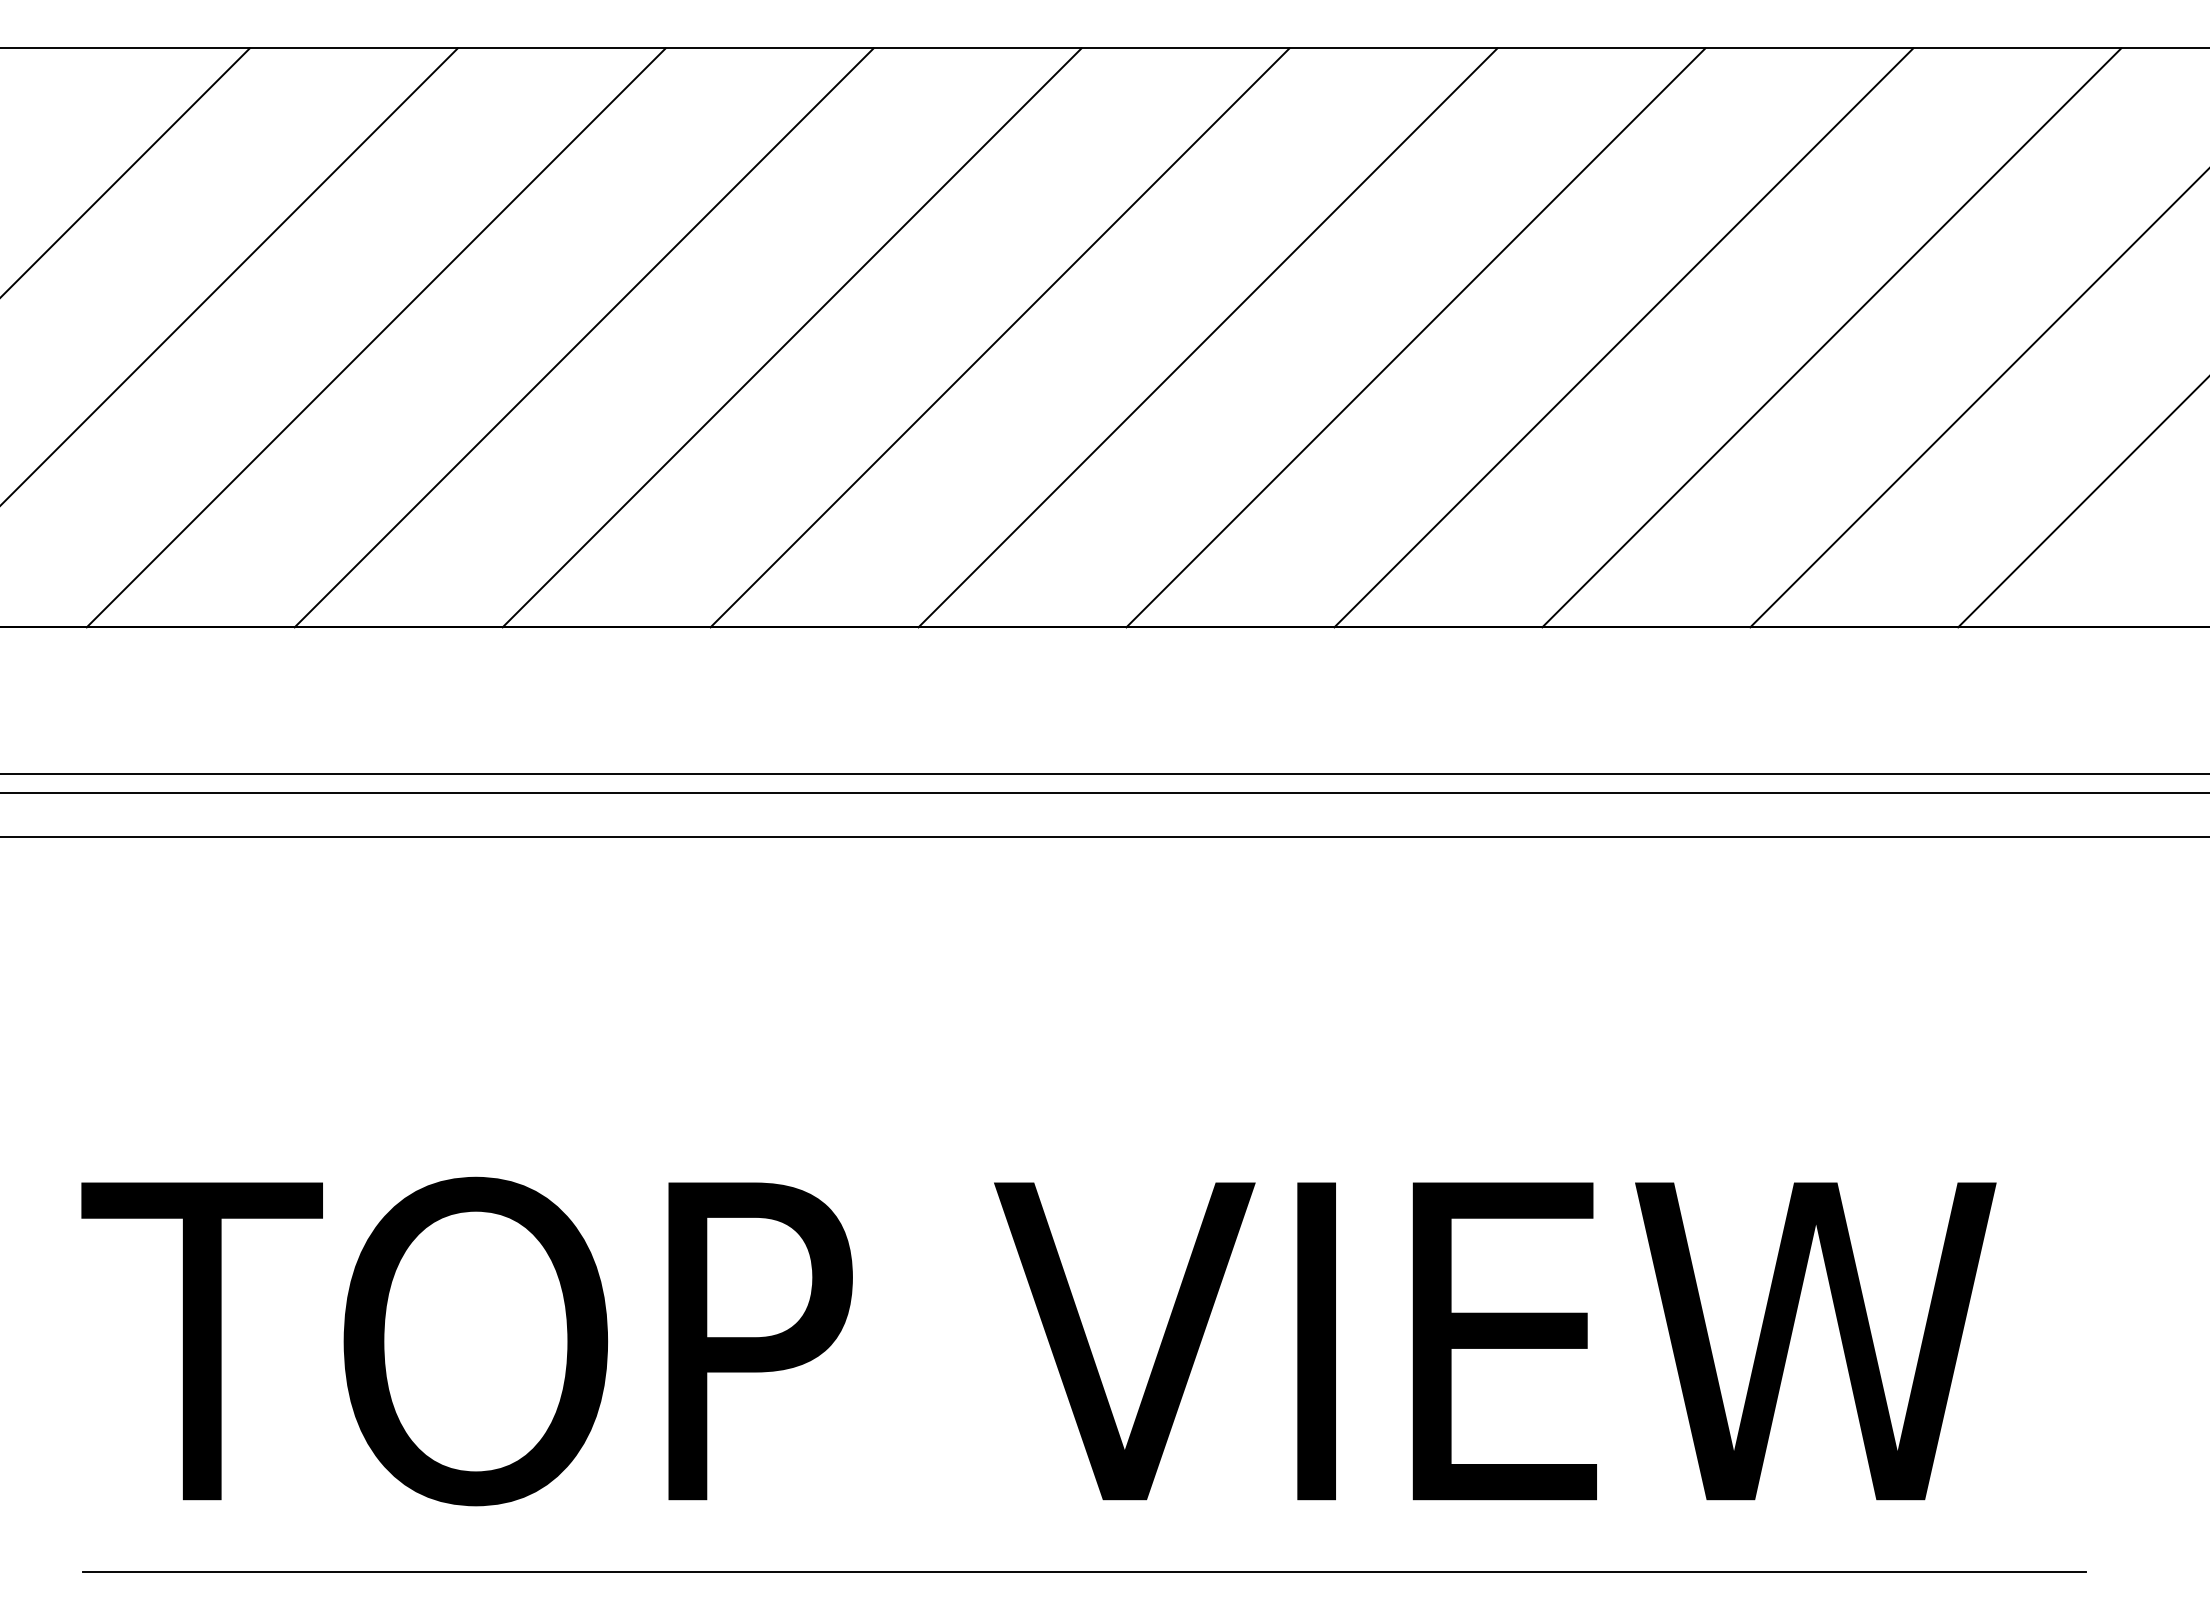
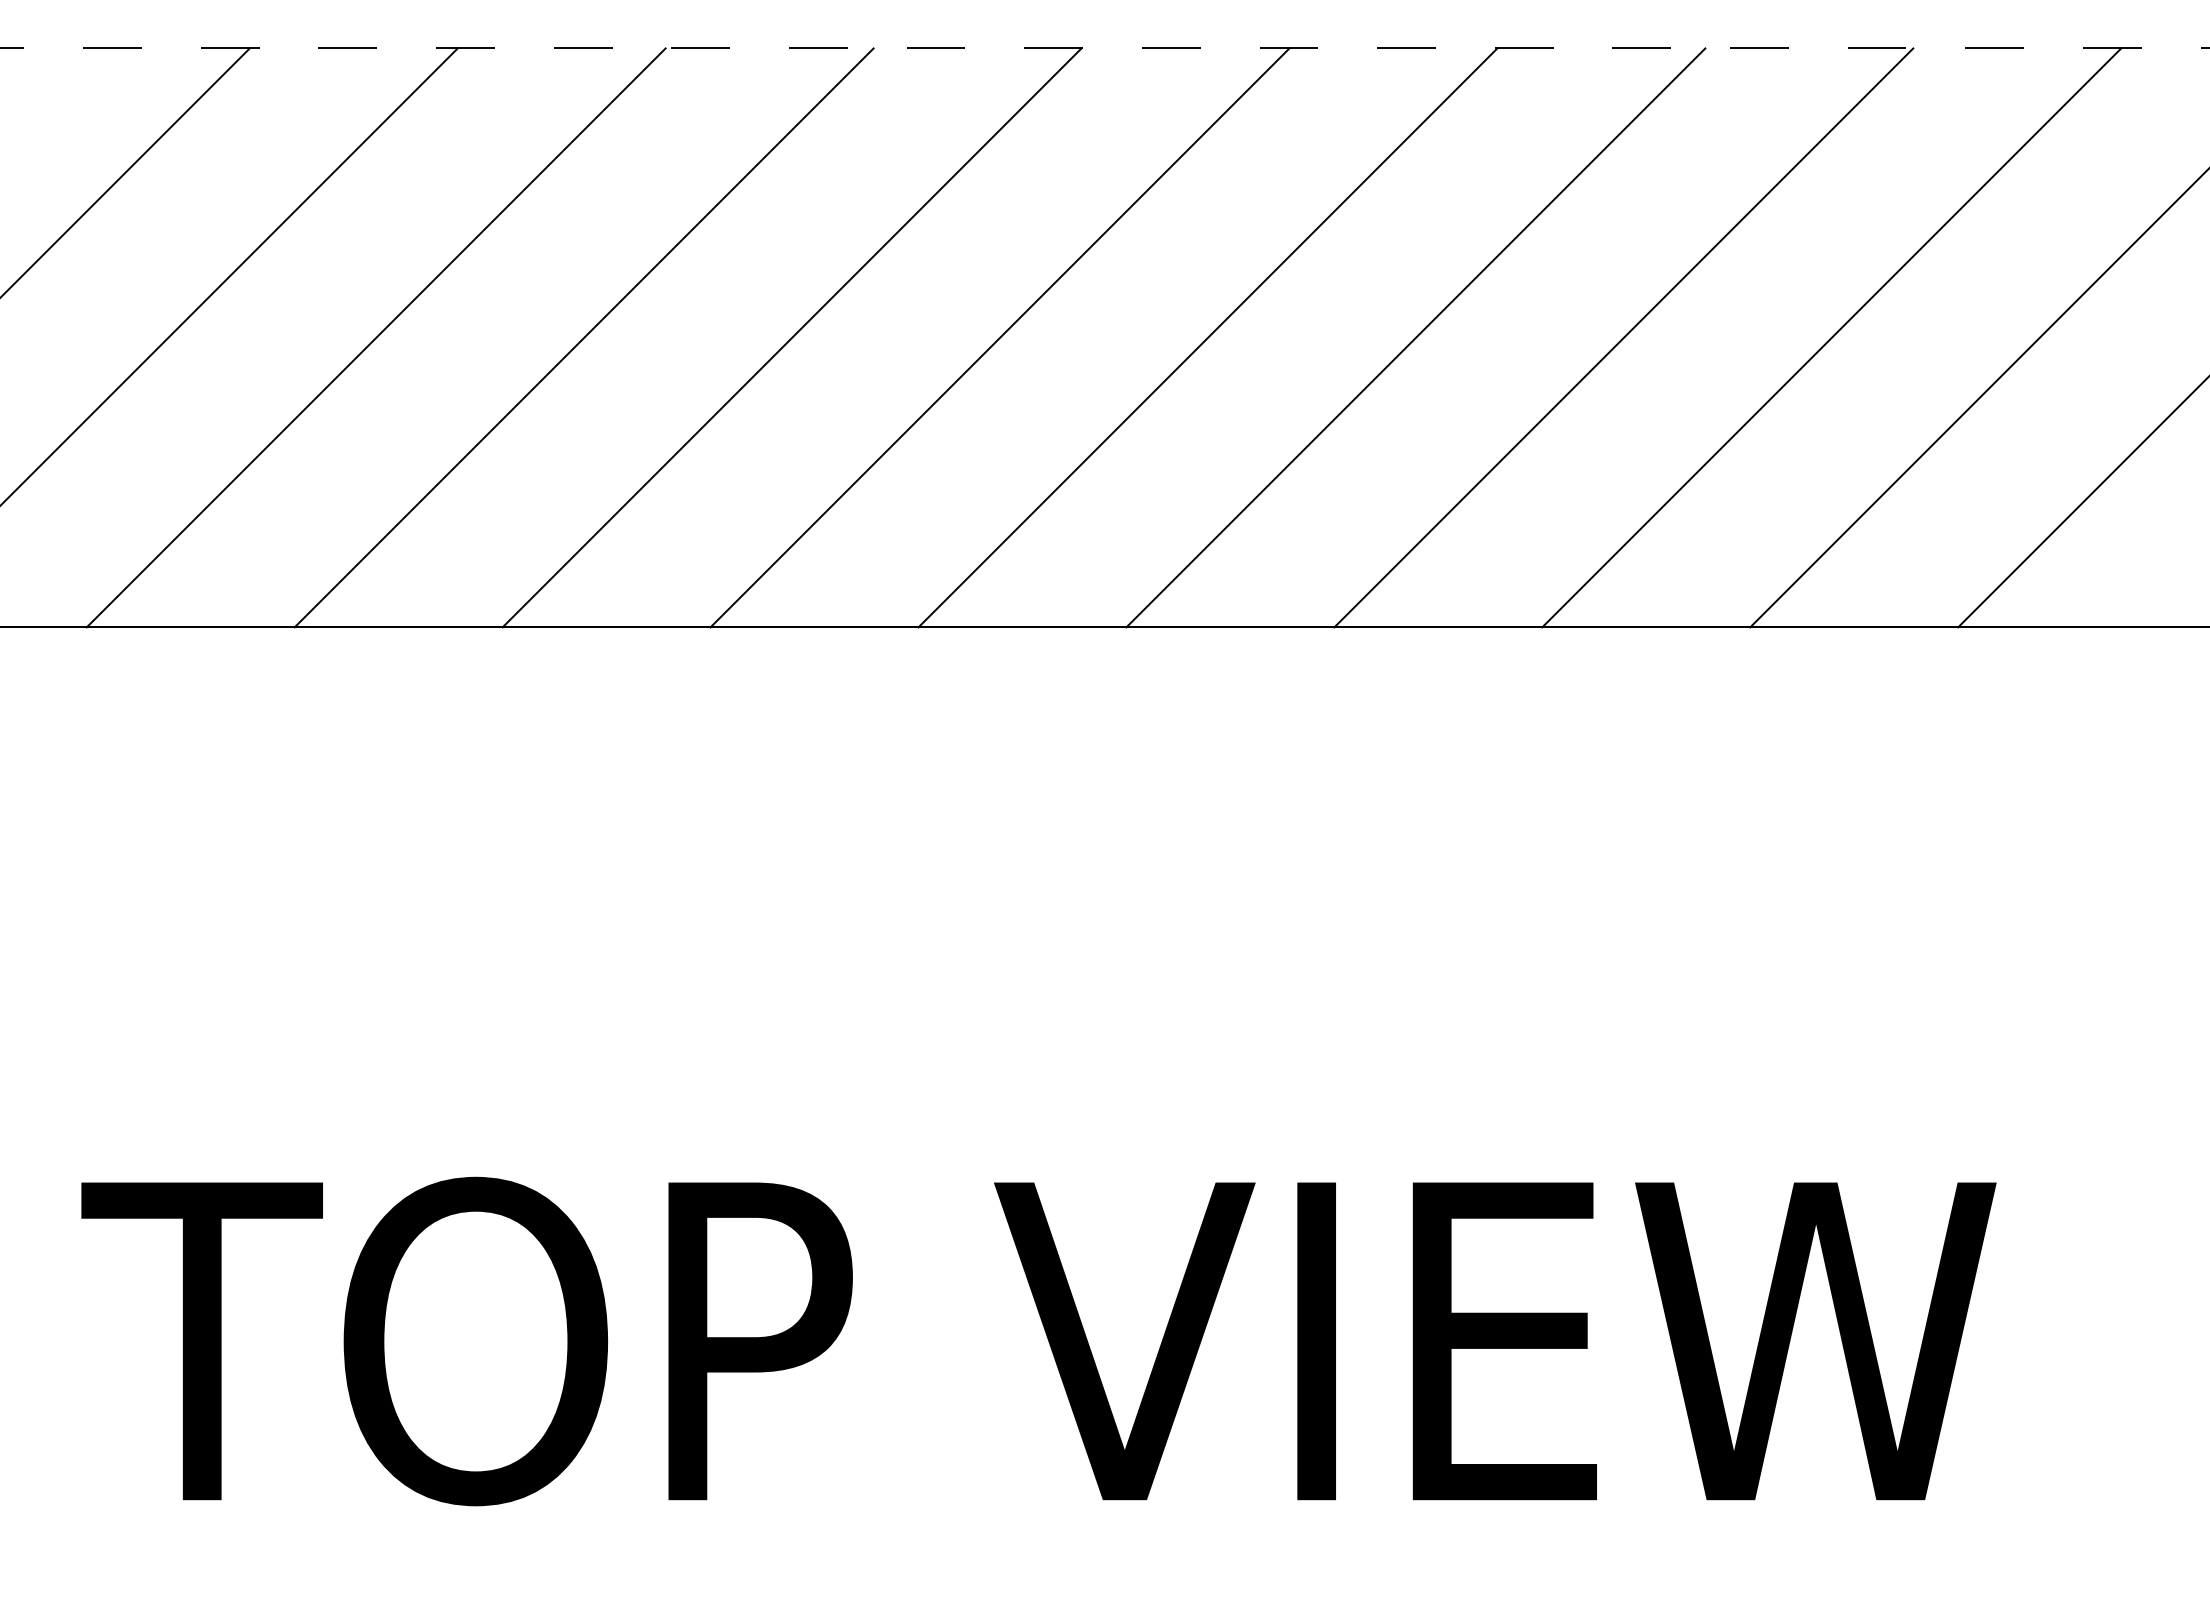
line at (1104, 48): solid -> dashed
line at (1104, 774): present -> none
line at (1104, 793): present -> none
line at (1104, 836): present -> none
line at (1084, 1571): present -> none
